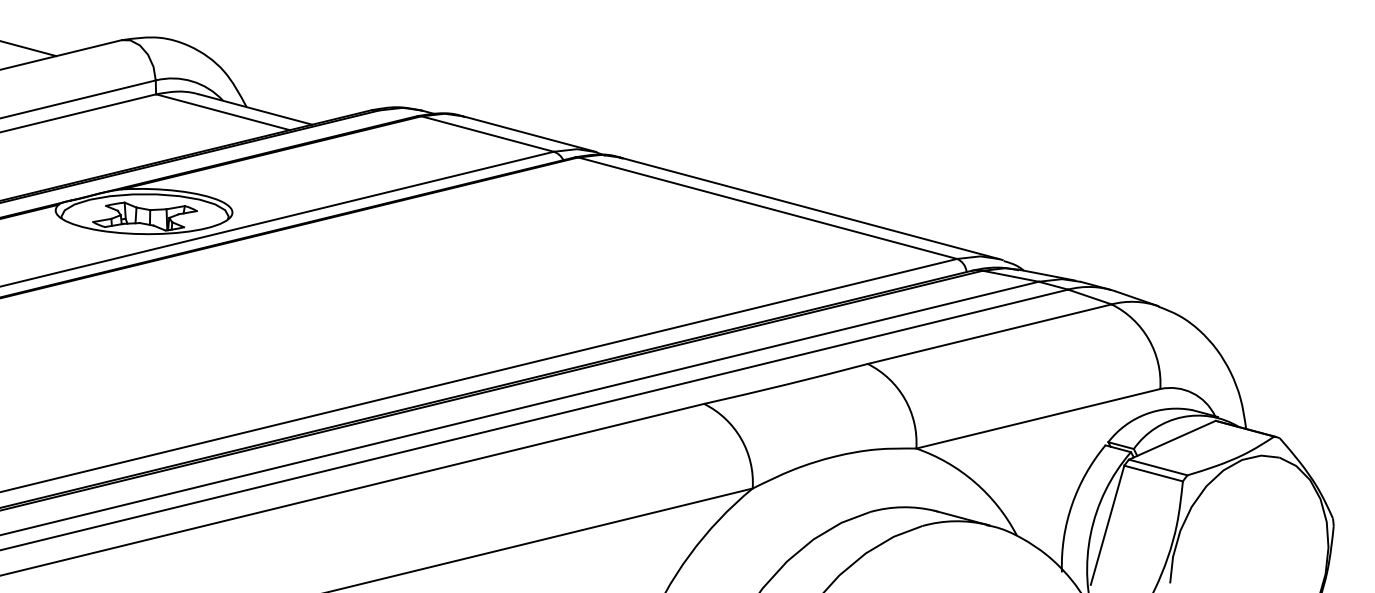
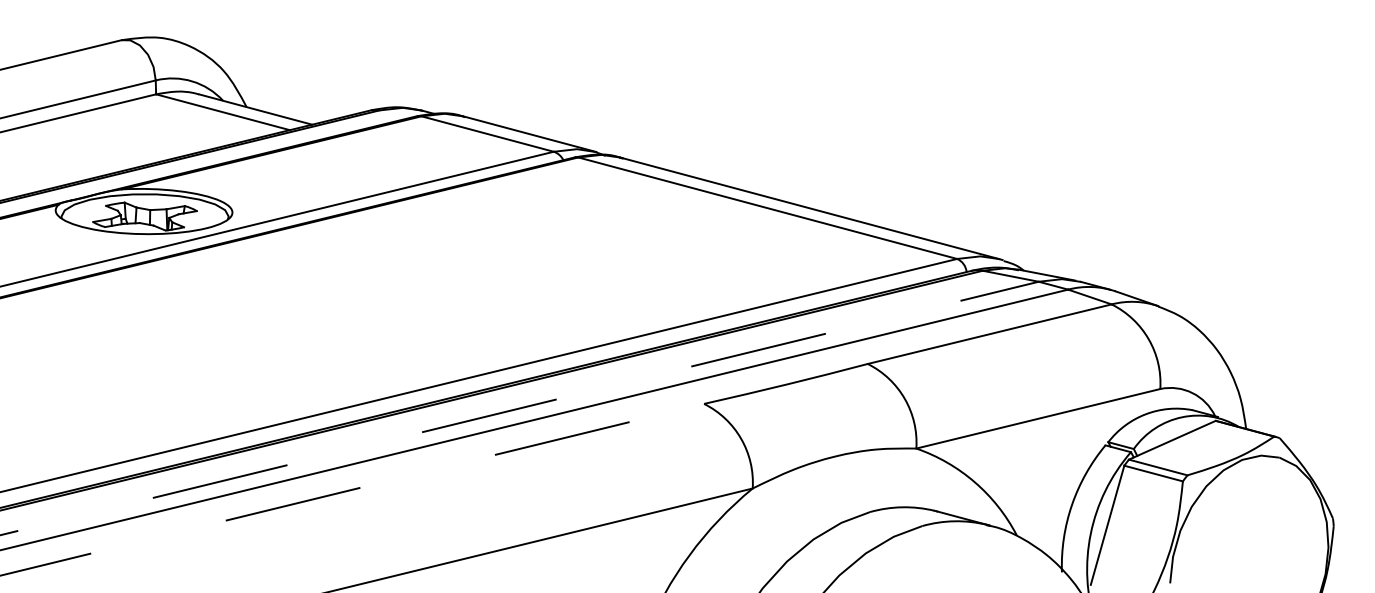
line at (29, 48): present -> none
line at (520, 408): solid -> dashed
line at (352, 489): solid -> dashed
